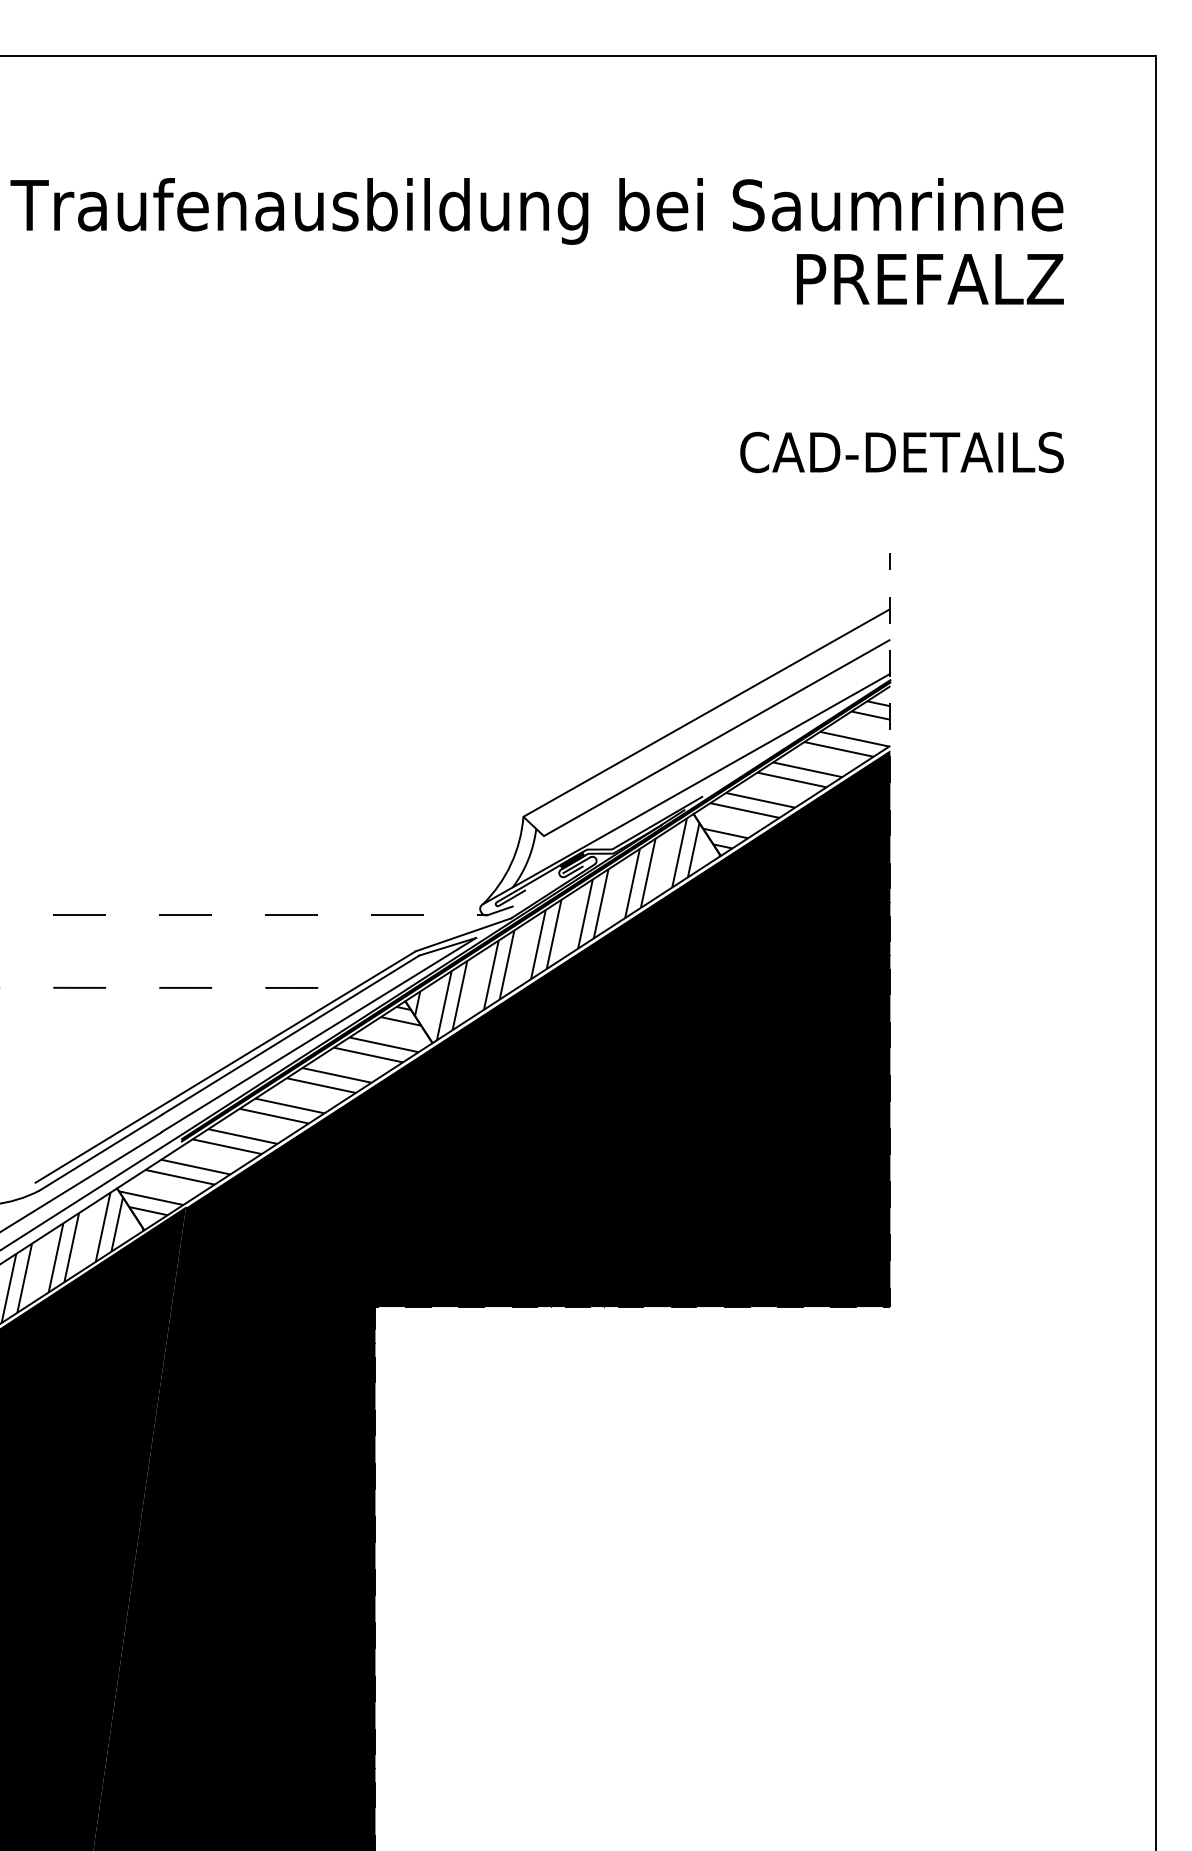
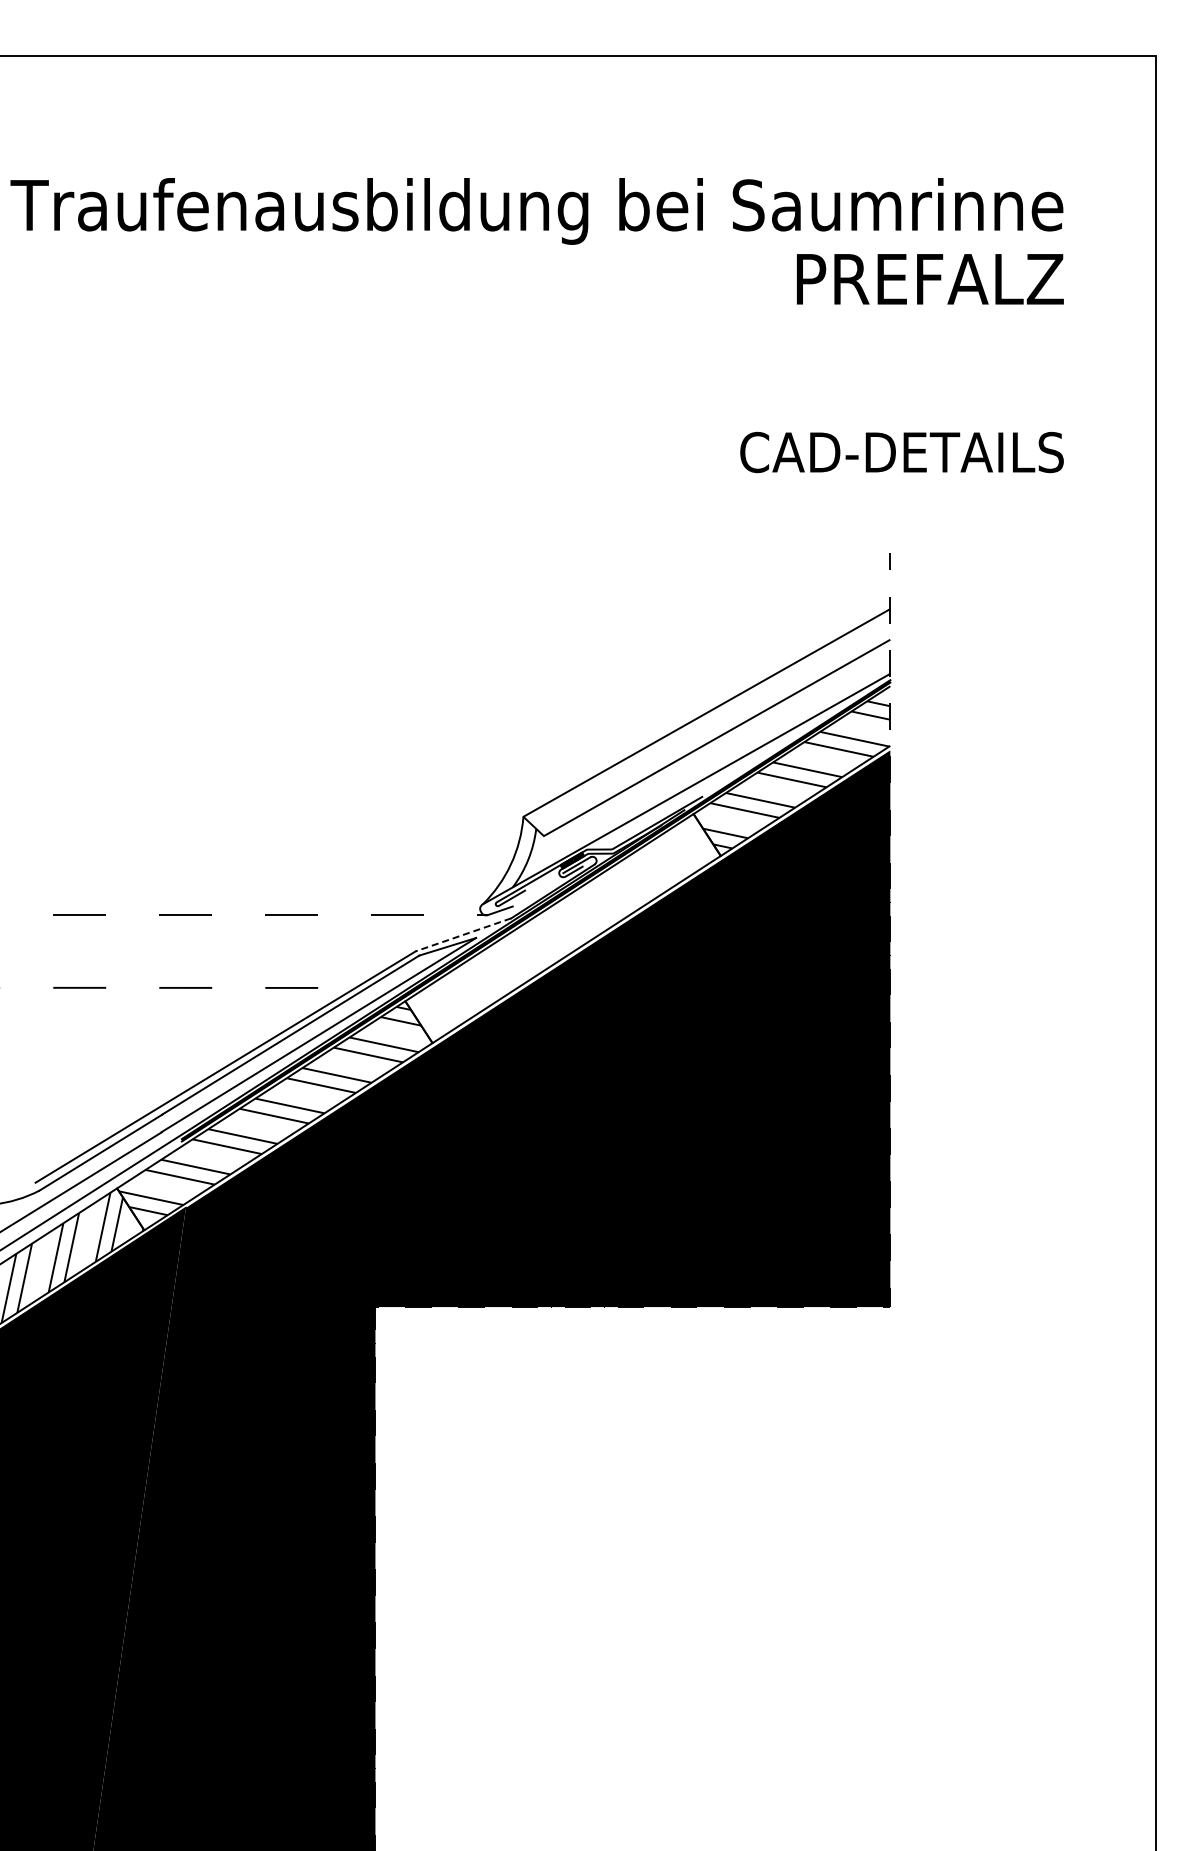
hatch at (567, 929): present -> none
line at (463, 935): solid -> dashed
